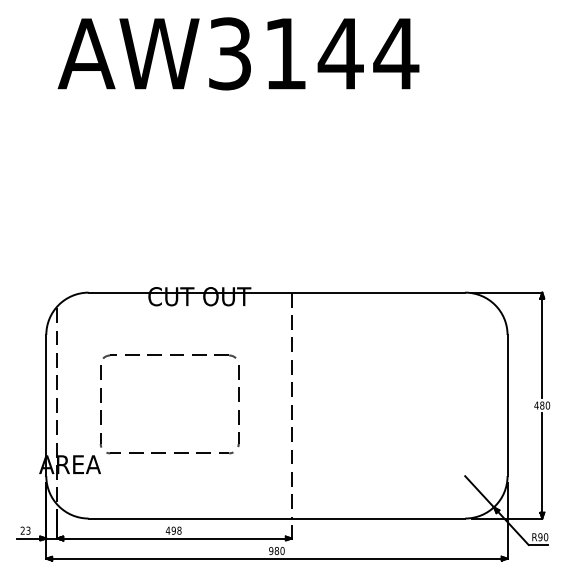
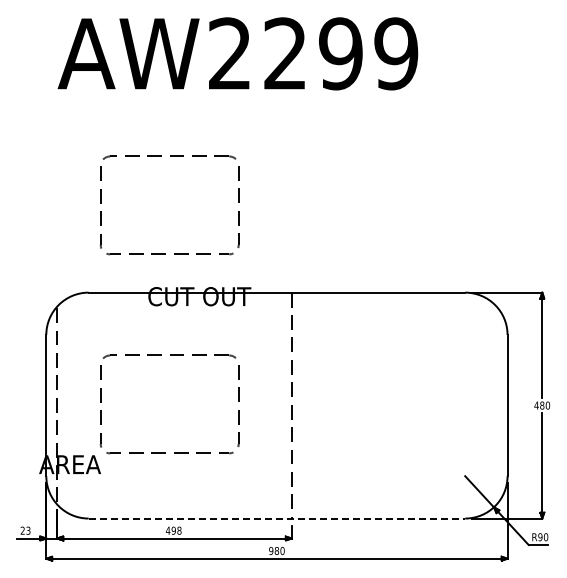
text at (314, 53): AW3144 -> AW2299
part at (165, 253): none -> present
line at (277, 518): solid -> dashed
